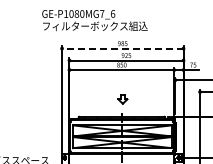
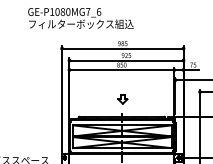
text at (94, 20) position: (94, 20) -> (80, 18)
line at (122, 48): dashed -> solid
